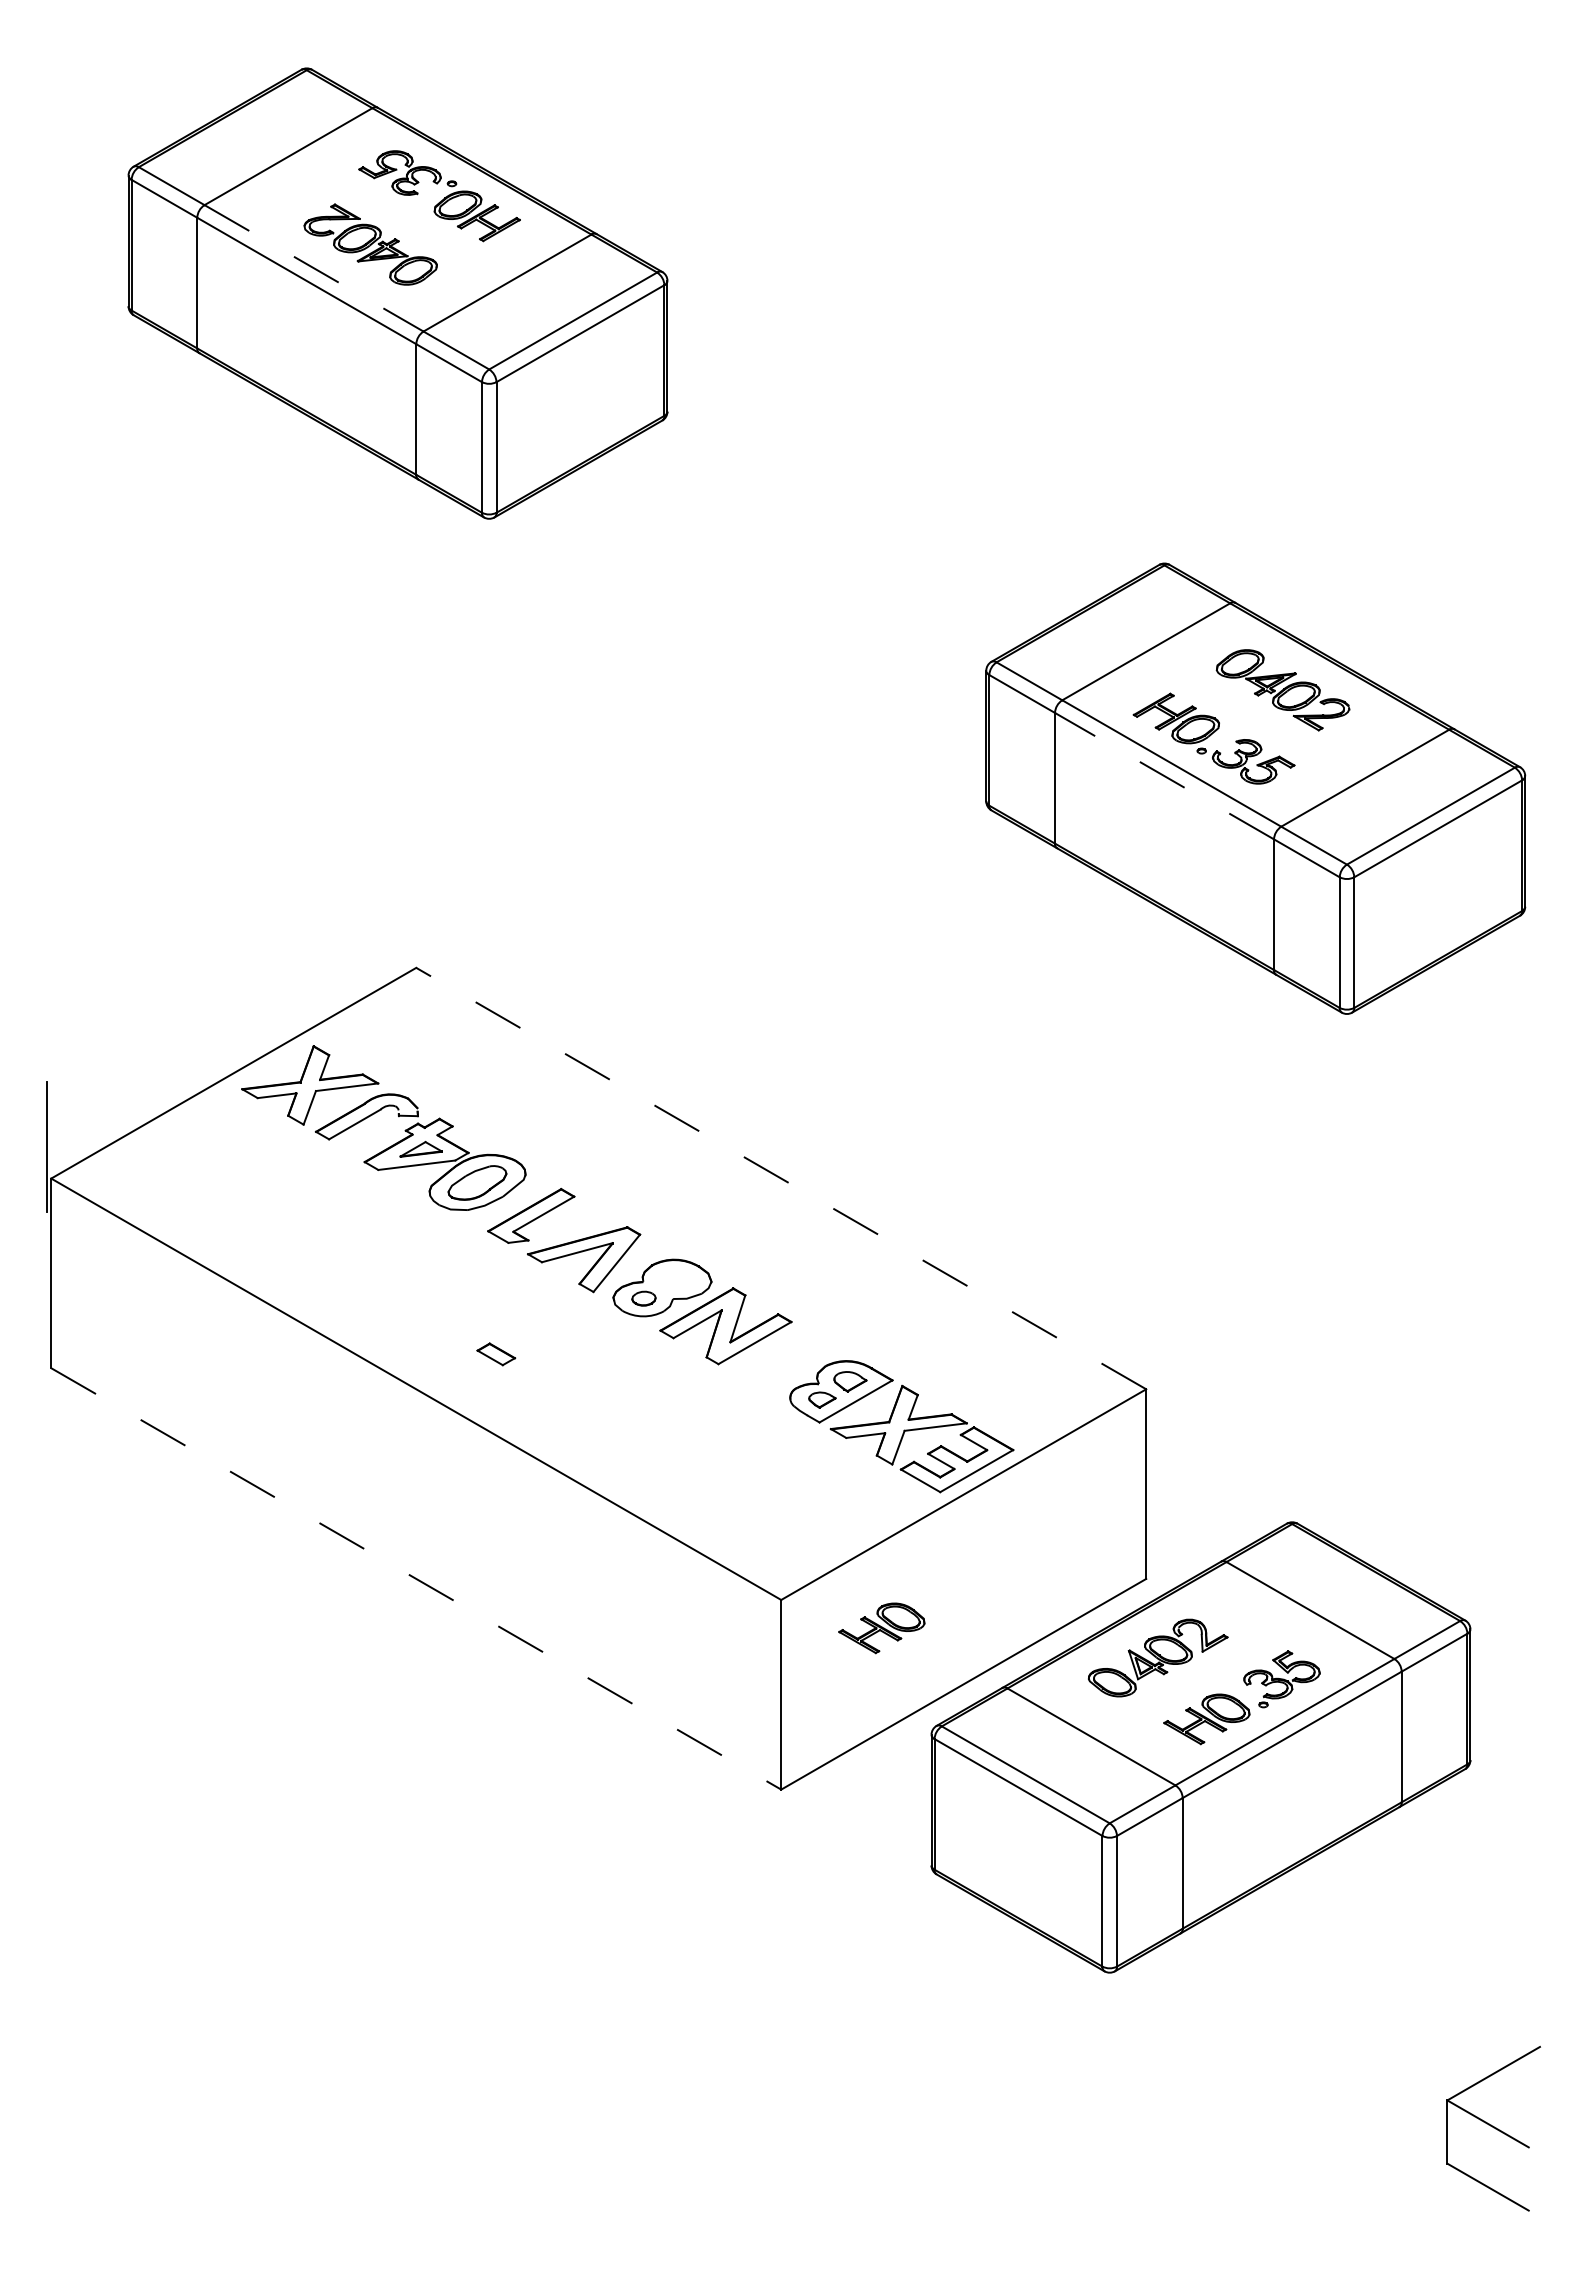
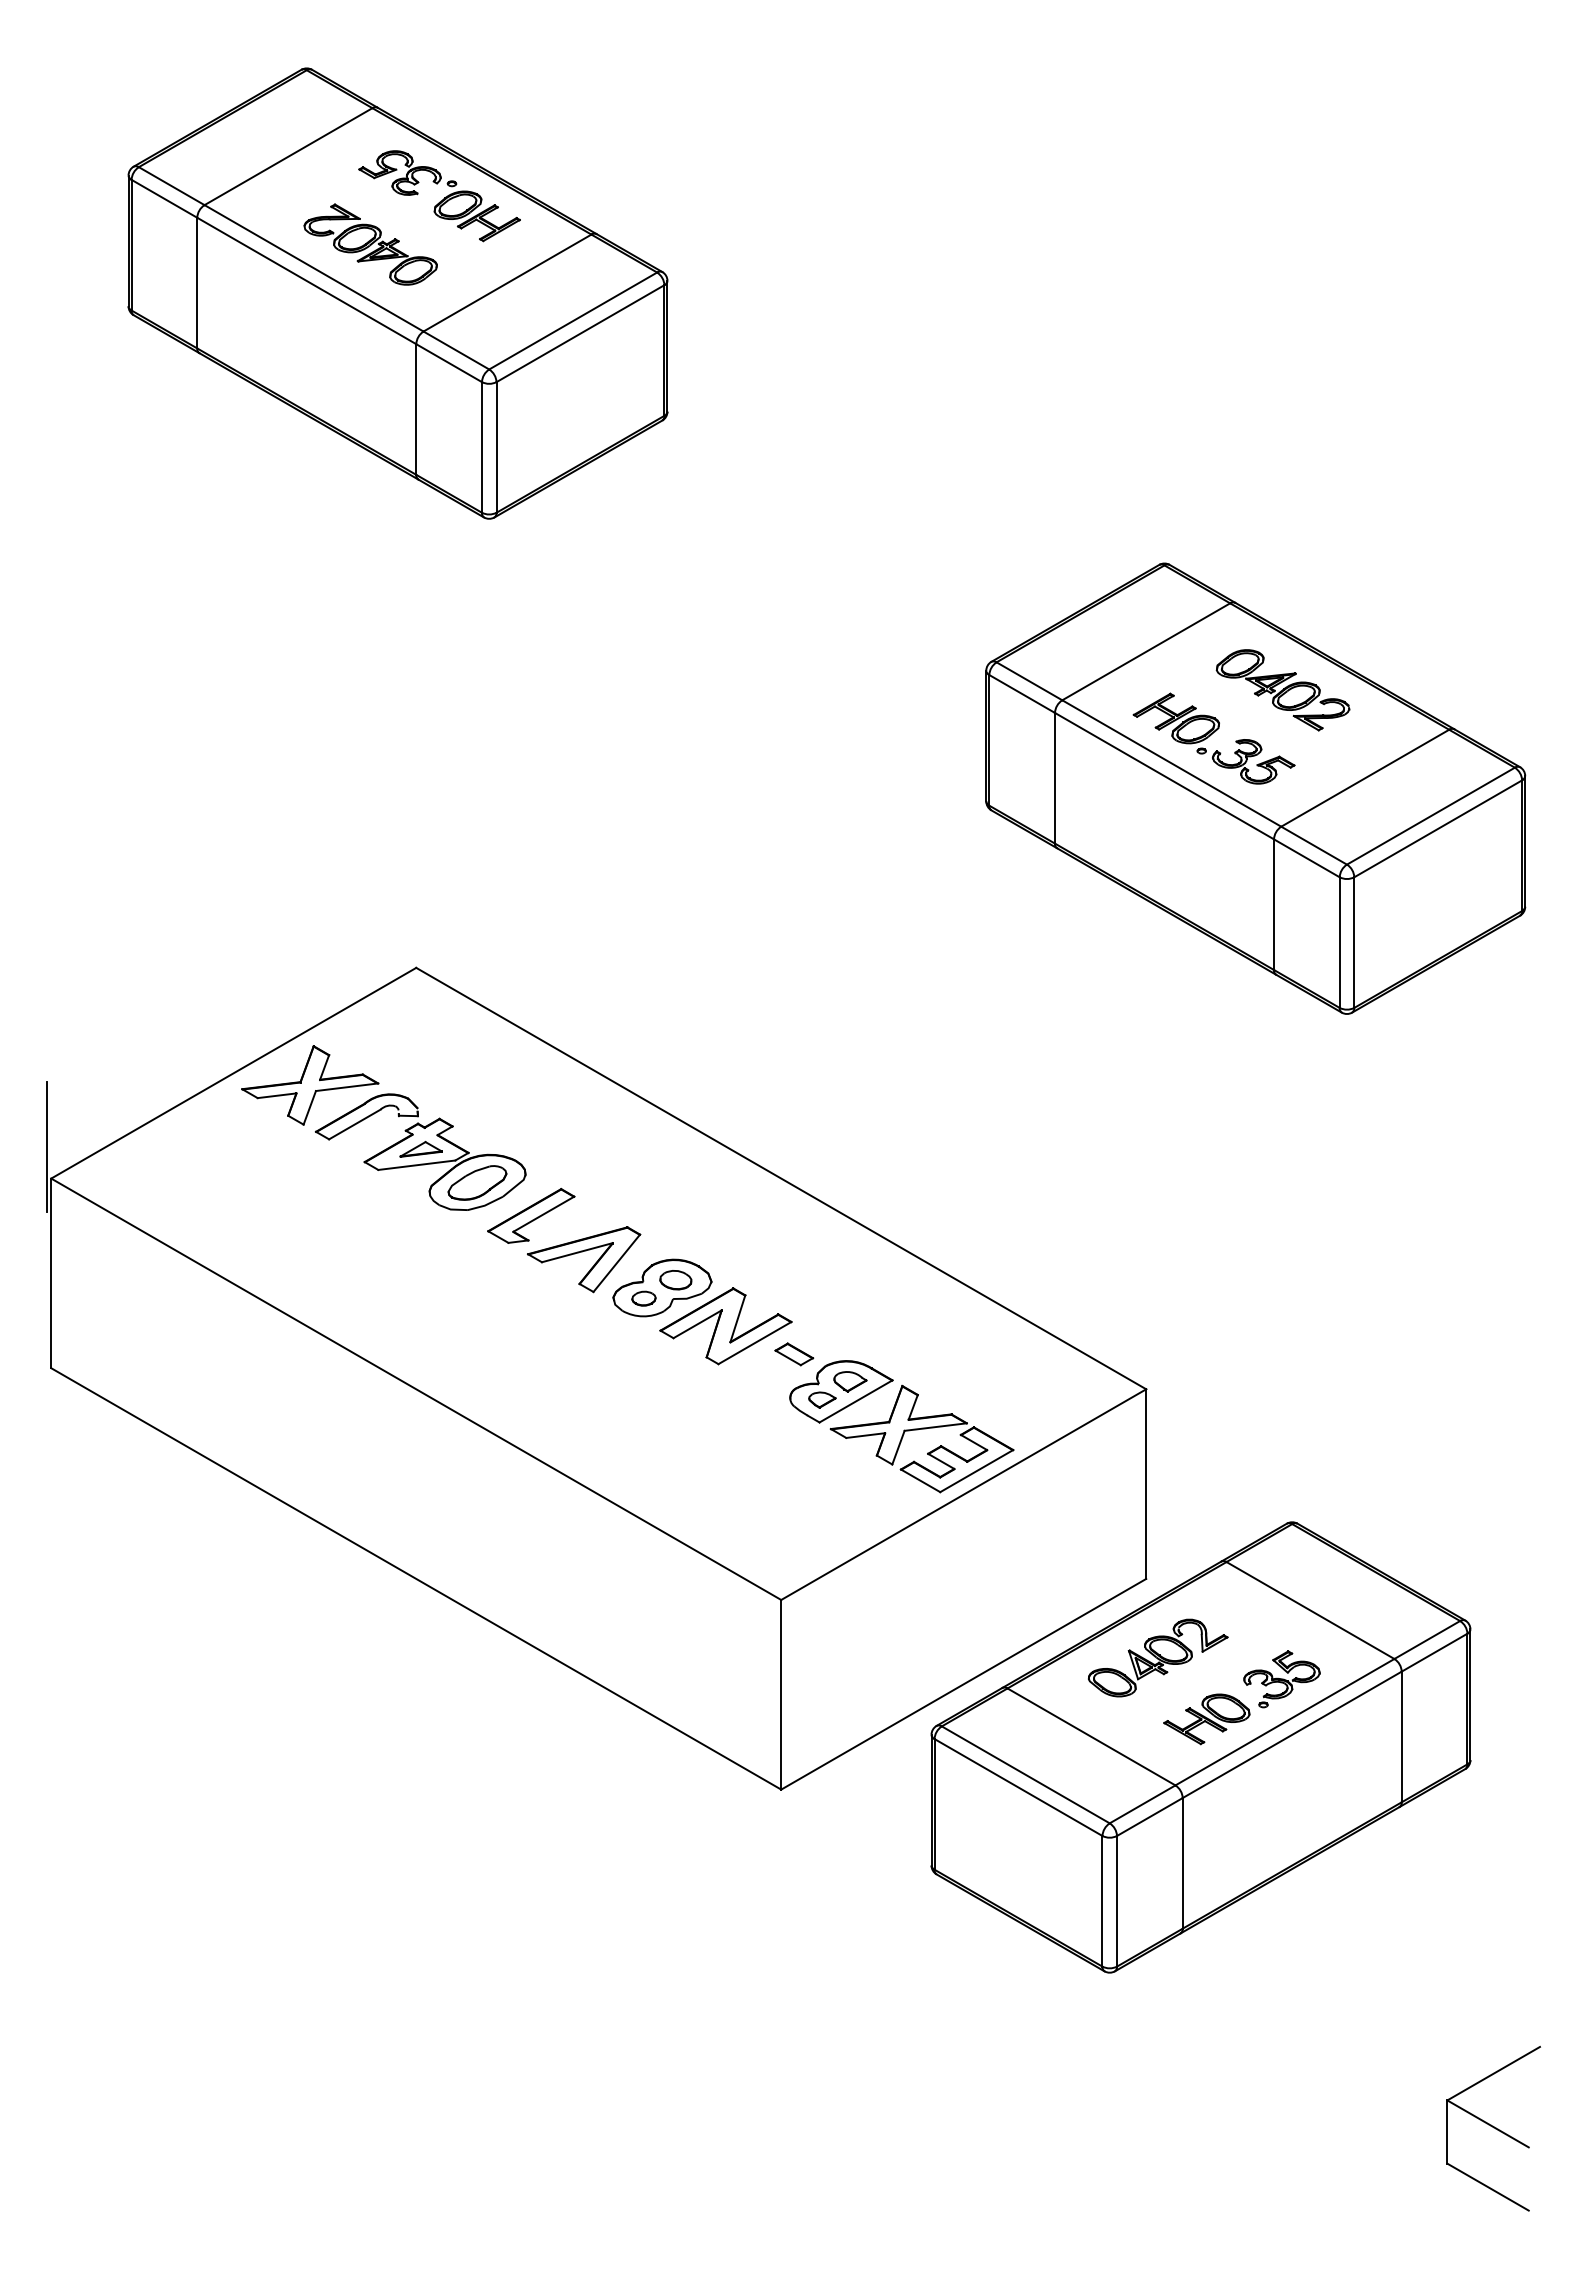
line at (314, 268): dashed -> solid
line at (1164, 775): dashed -> solid
line at (780, 1178): dashed -> solid
part at (675, 1280): none -> present
part at (496, 1354) position: (496, 1354) -> (794, 1354)
line at (416, 1579): dashed -> solid
part at (881, 1628): present -> none
